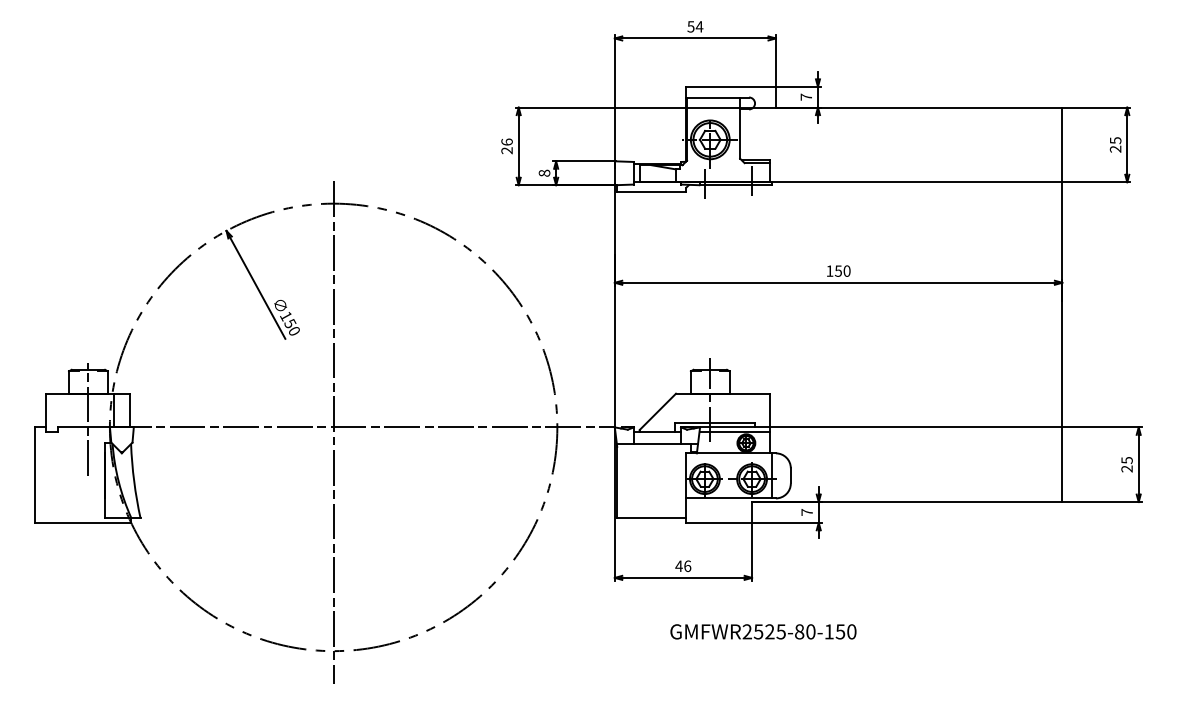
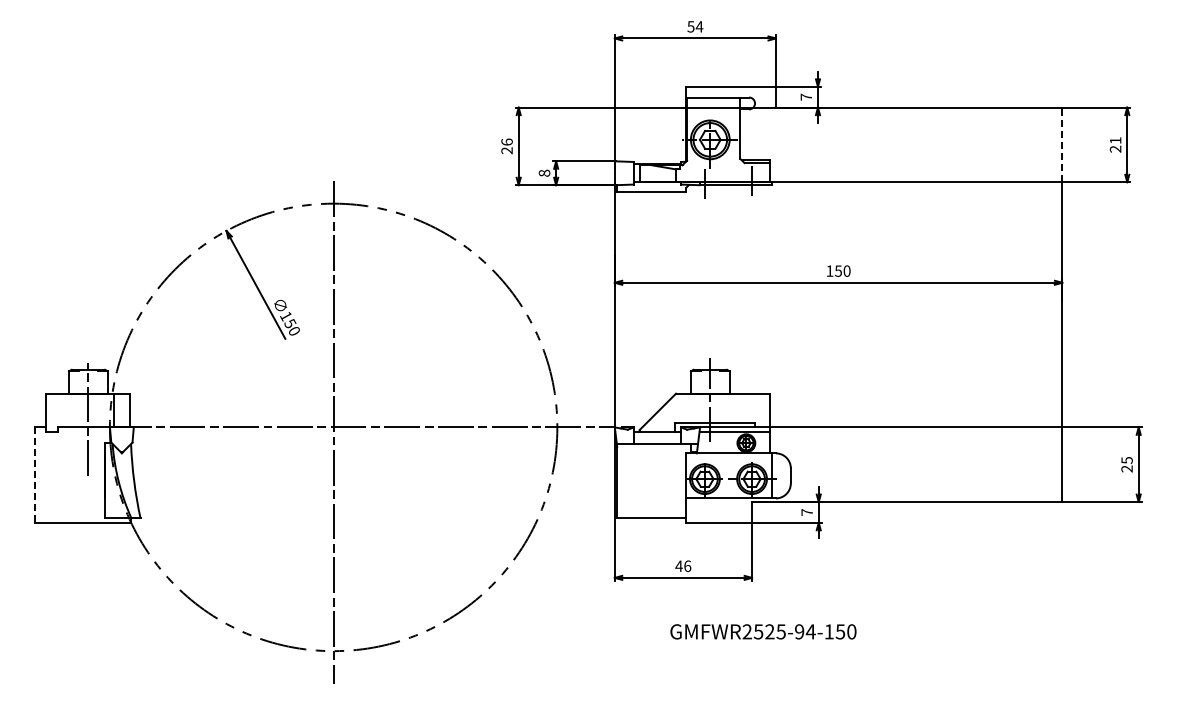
text at (1115, 140): 25 -> 21
line at (1062, 144): solid -> dashed
line at (35, 475): solid -> dashed
text at (805, 631): GMFWR2525-80-150 -> GMFWR2525-94-150
